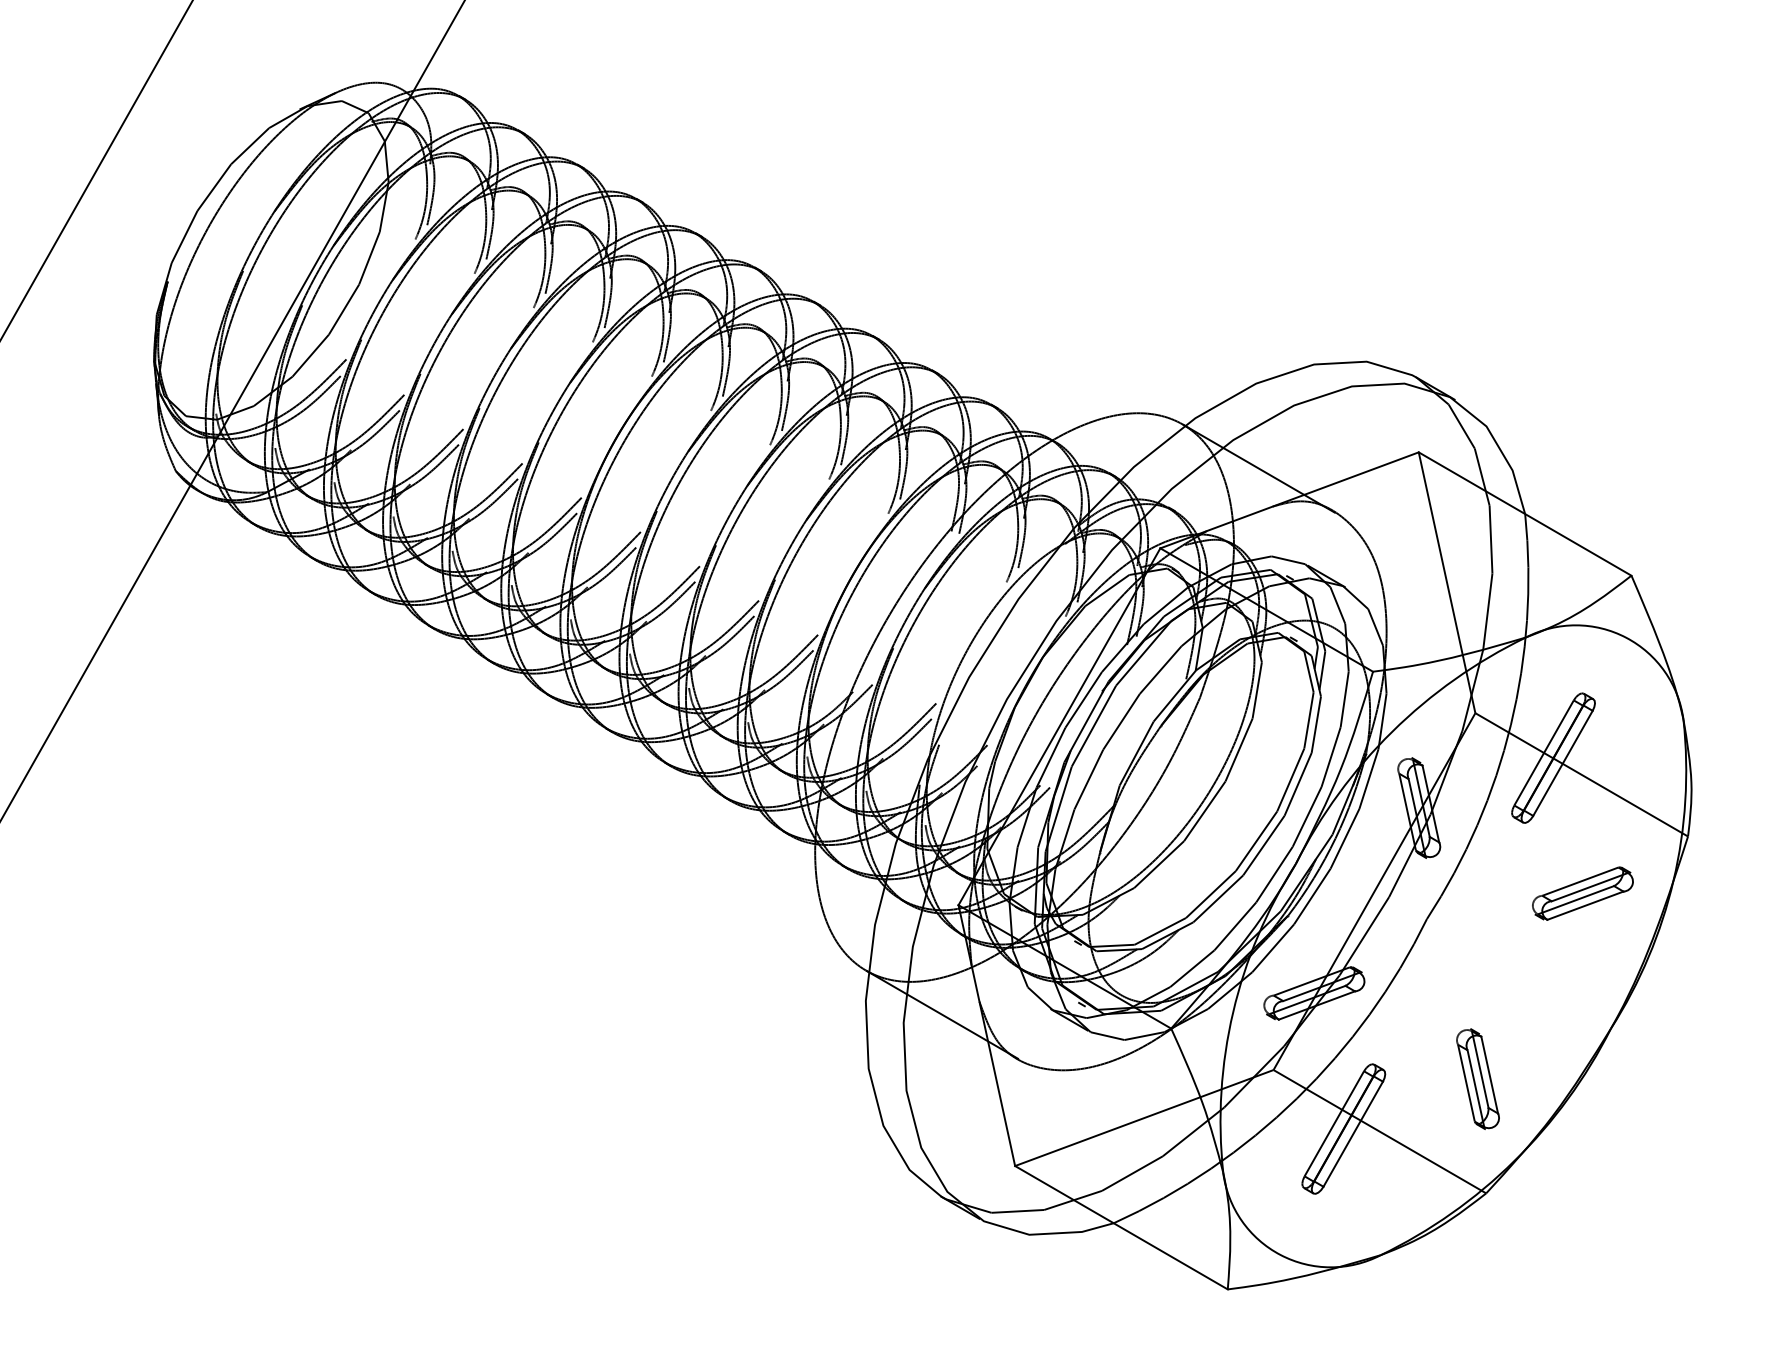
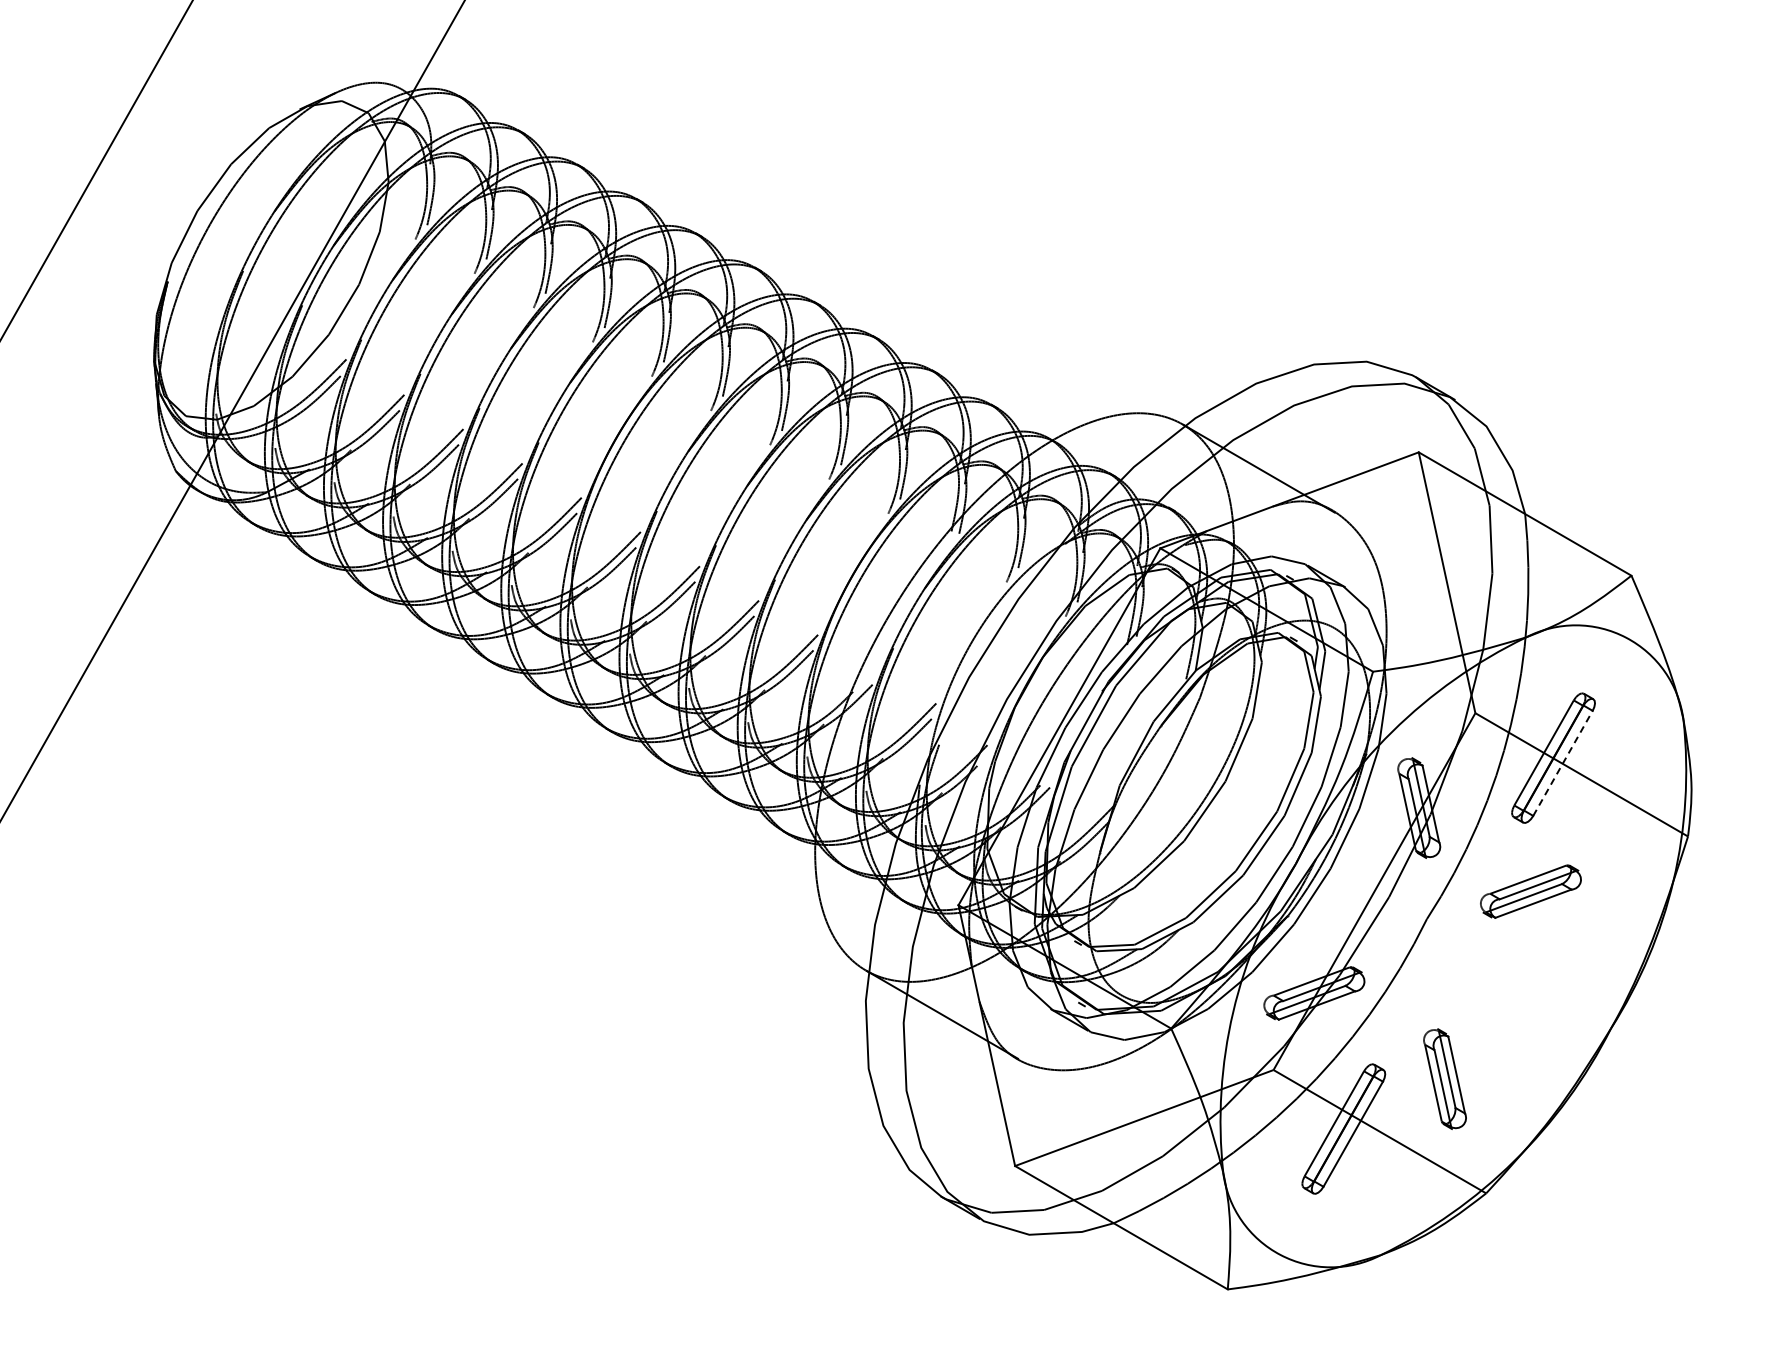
line at (1563, 762): solid -> dashed
part at (1582, 893) position: (1582, 893) -> (1530, 891)
part at (1477, 1078) position: (1477, 1078) -> (1444, 1078)
